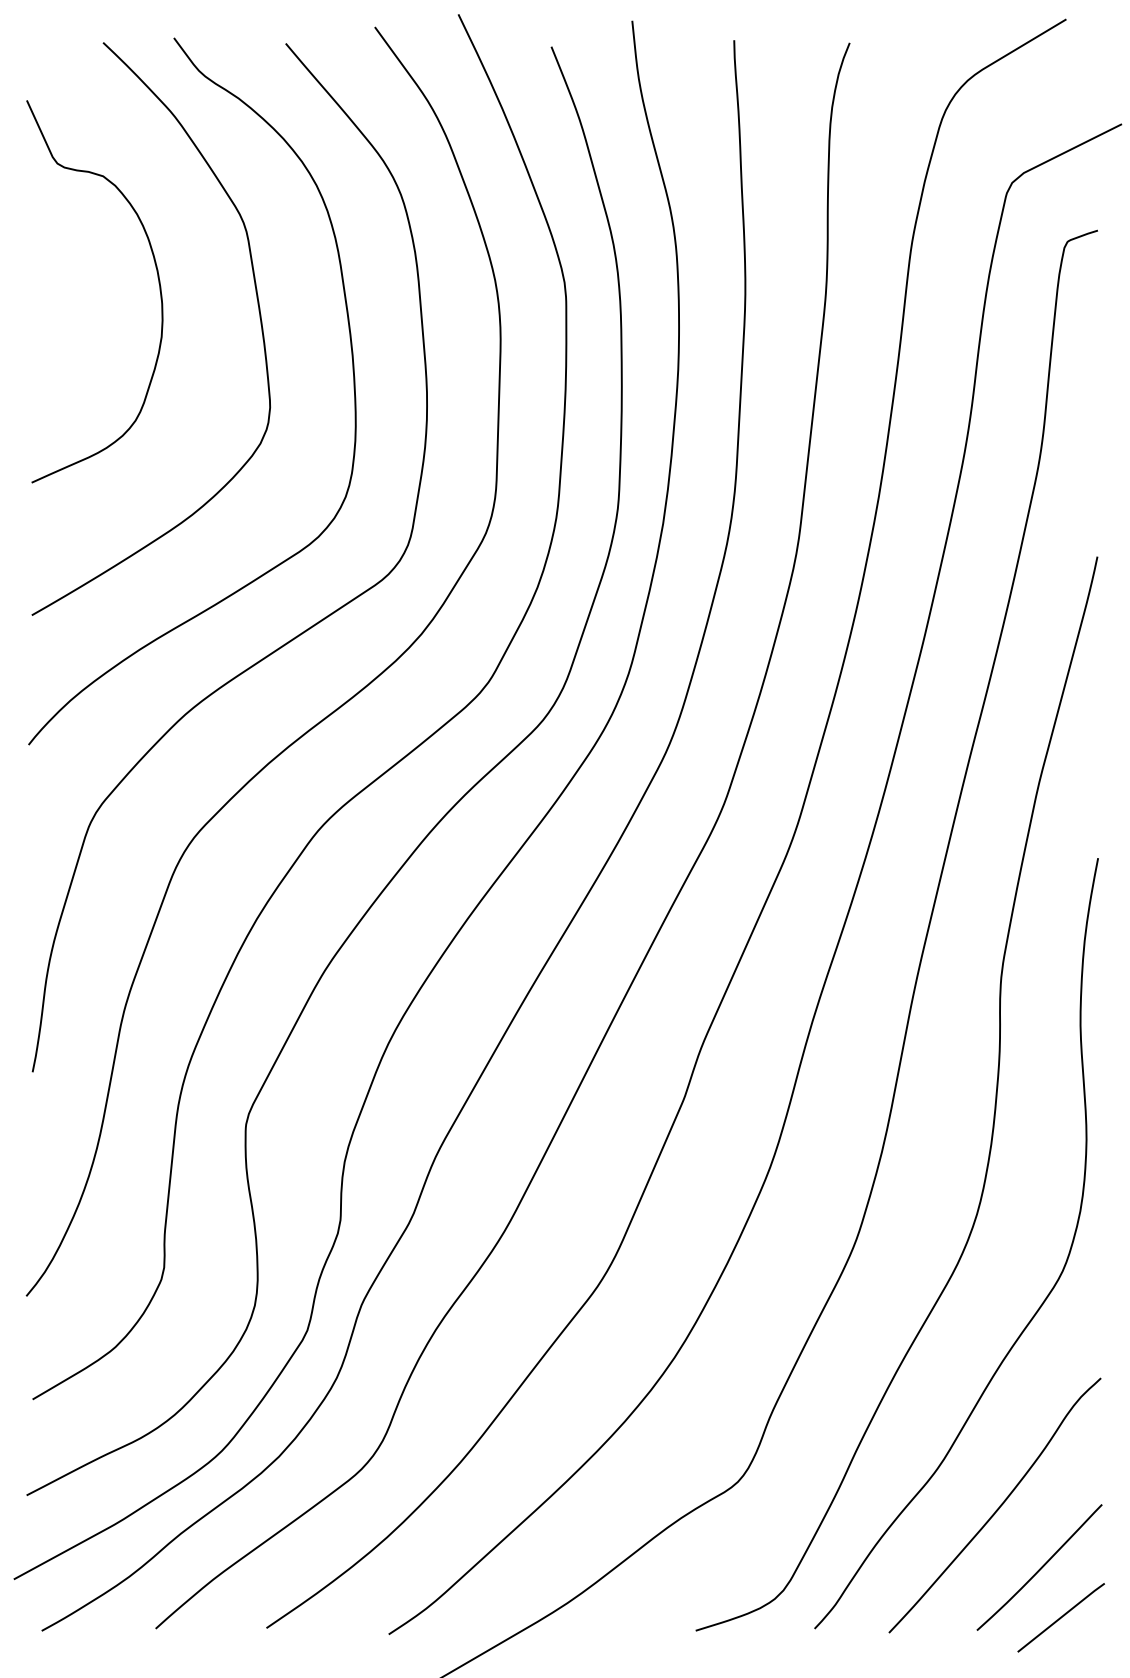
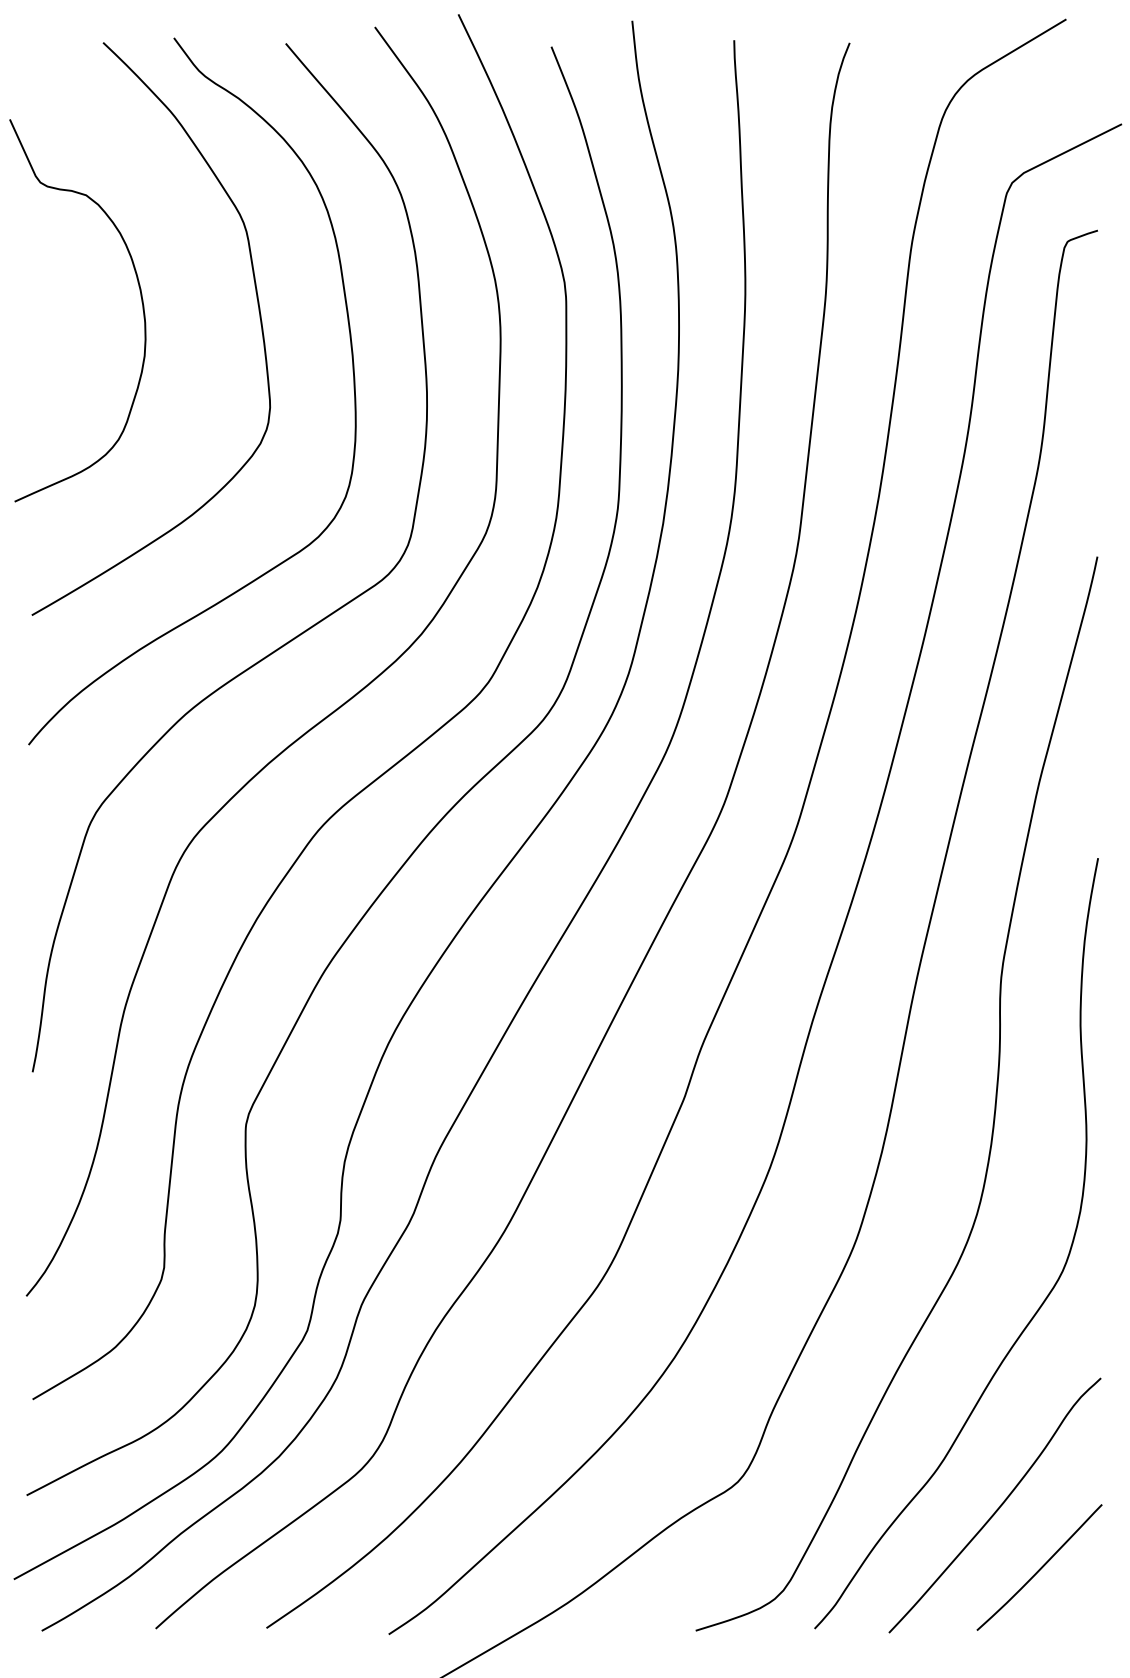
curve at (158, 283) position: (158, 283) -> (141, 302)
line at (1060, 1617): present -> none
